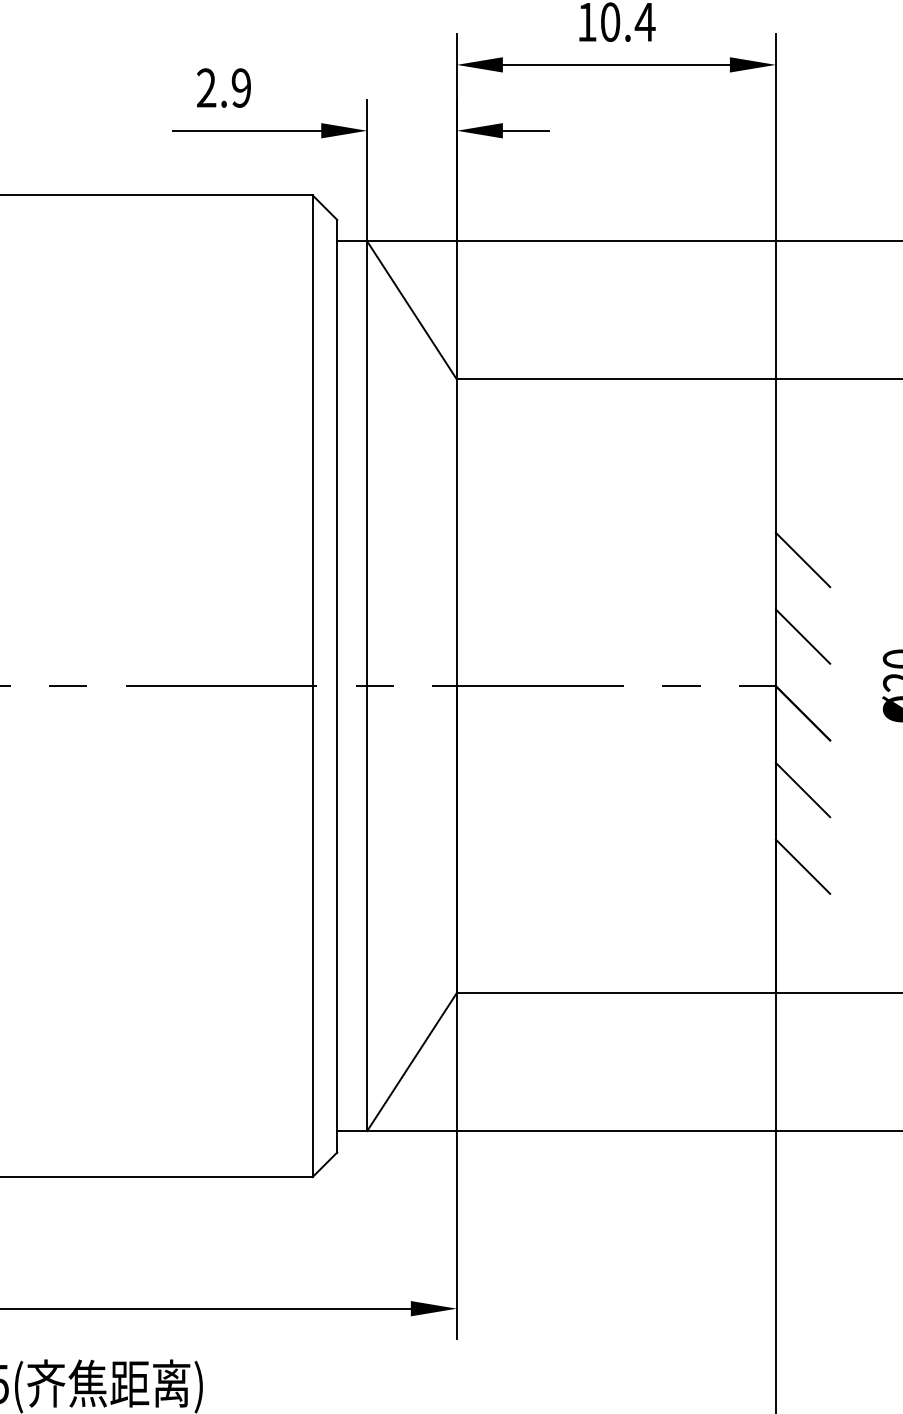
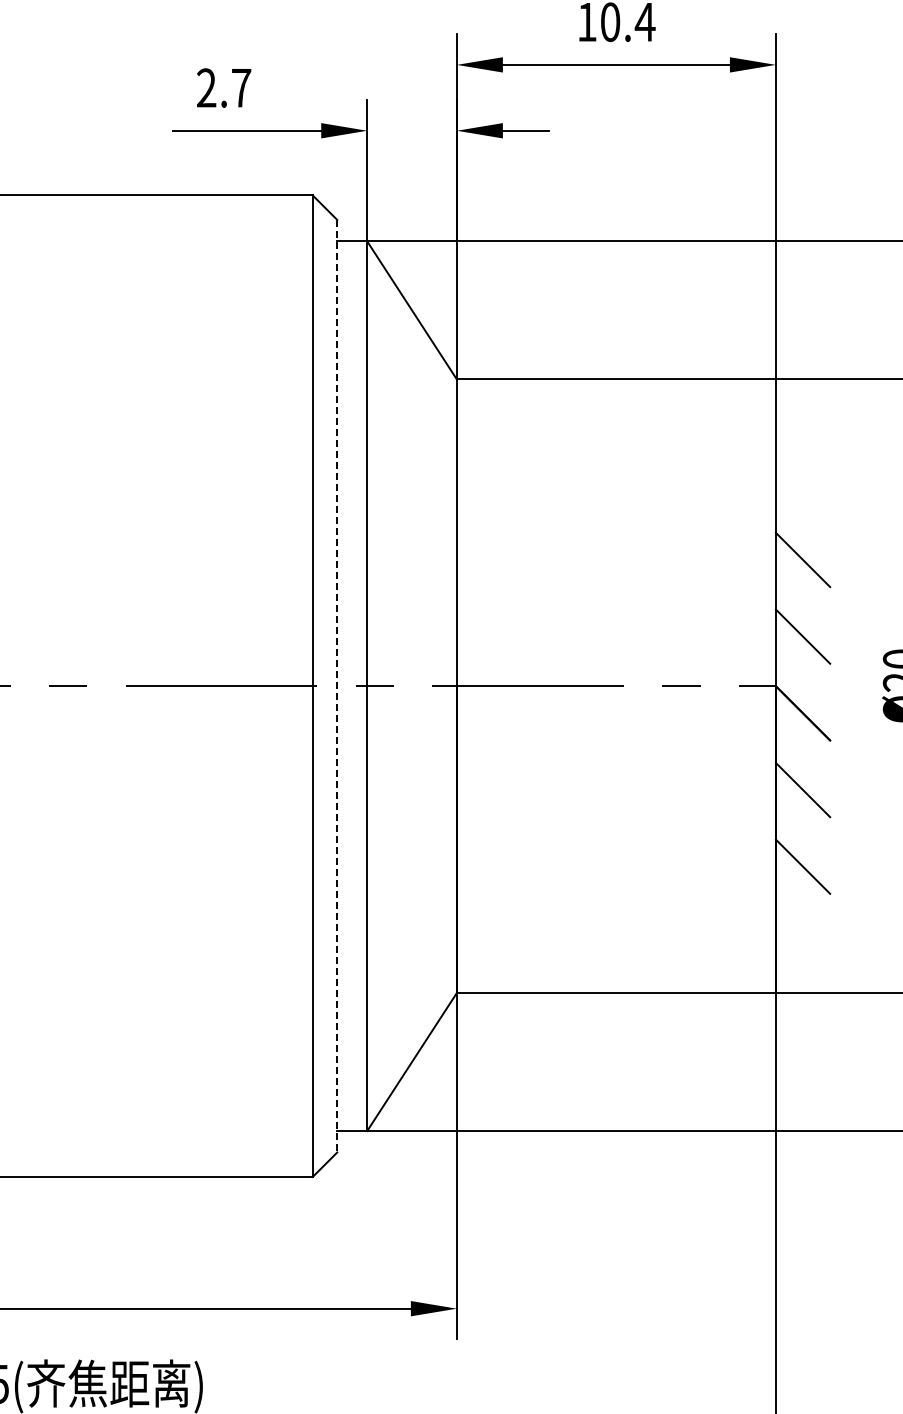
text at (241, 87): 2.9 -> 2.7
line at (337, 686): solid -> dashed
